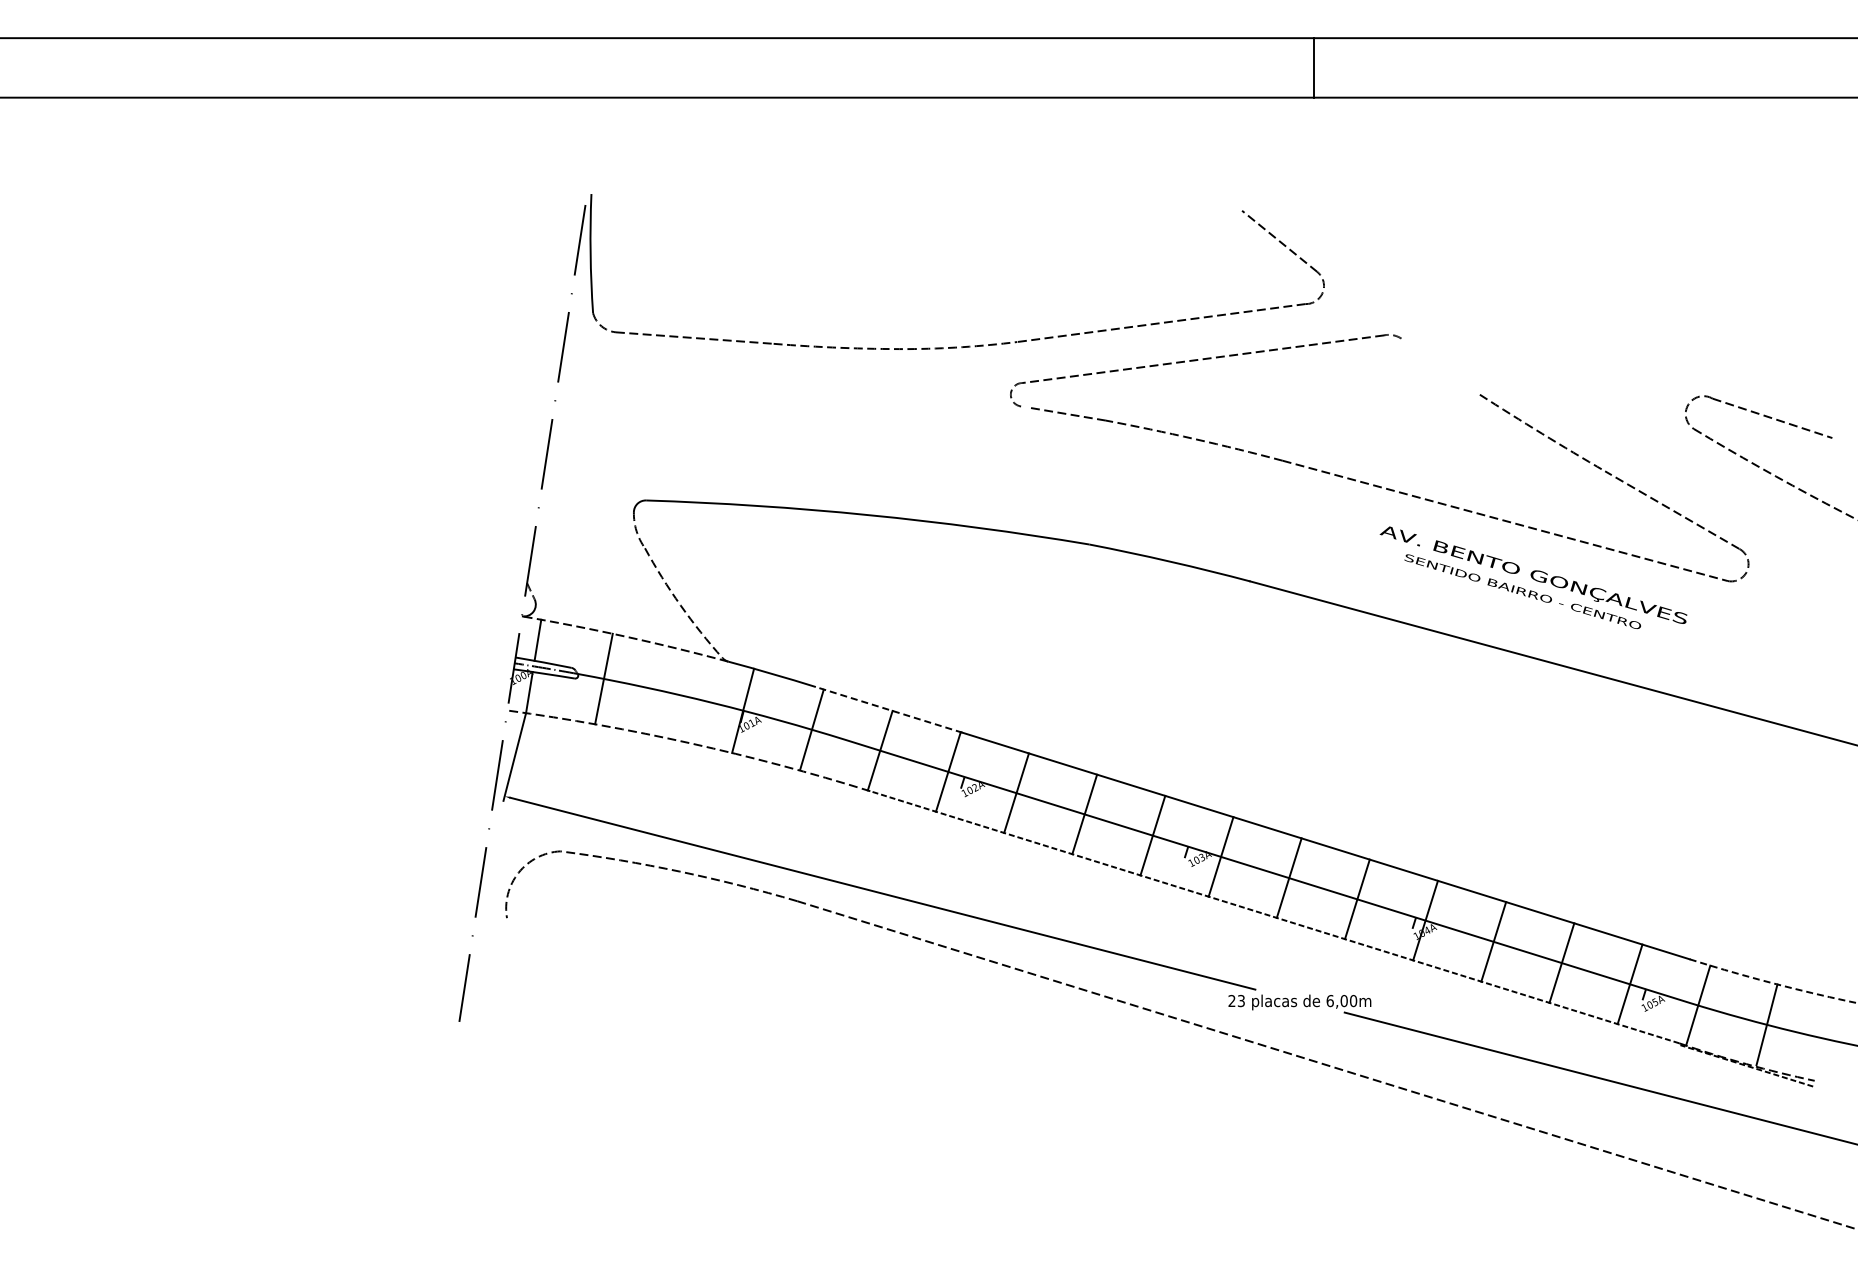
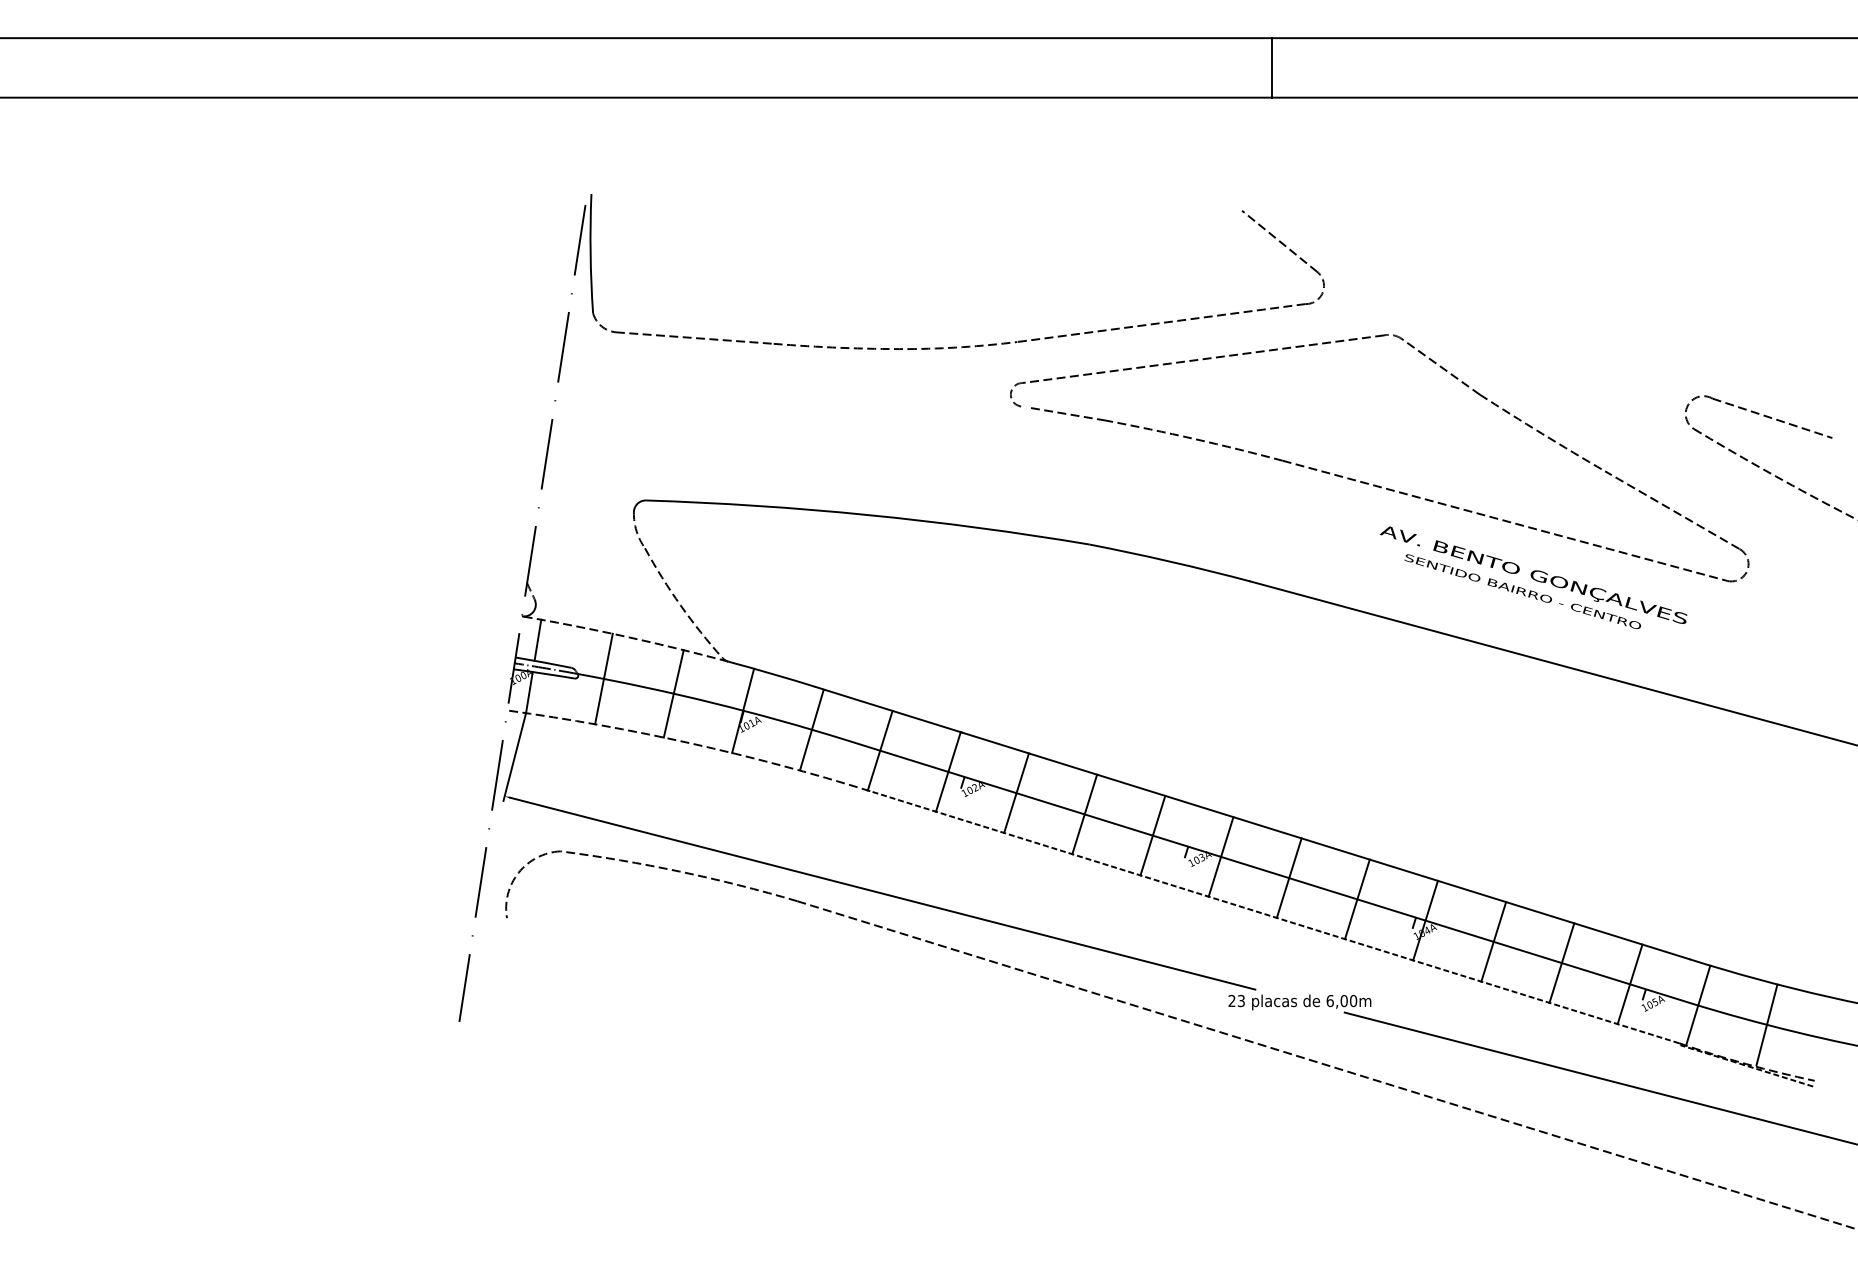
line at (1313, 67) position: (1313, 67) -> (1271, 67)
line at (1440, 366): none -> present
line at (673, 693): none -> present
line at (889, 709): dashed -> solid
arc at (1773, 983): dashed -> solid
